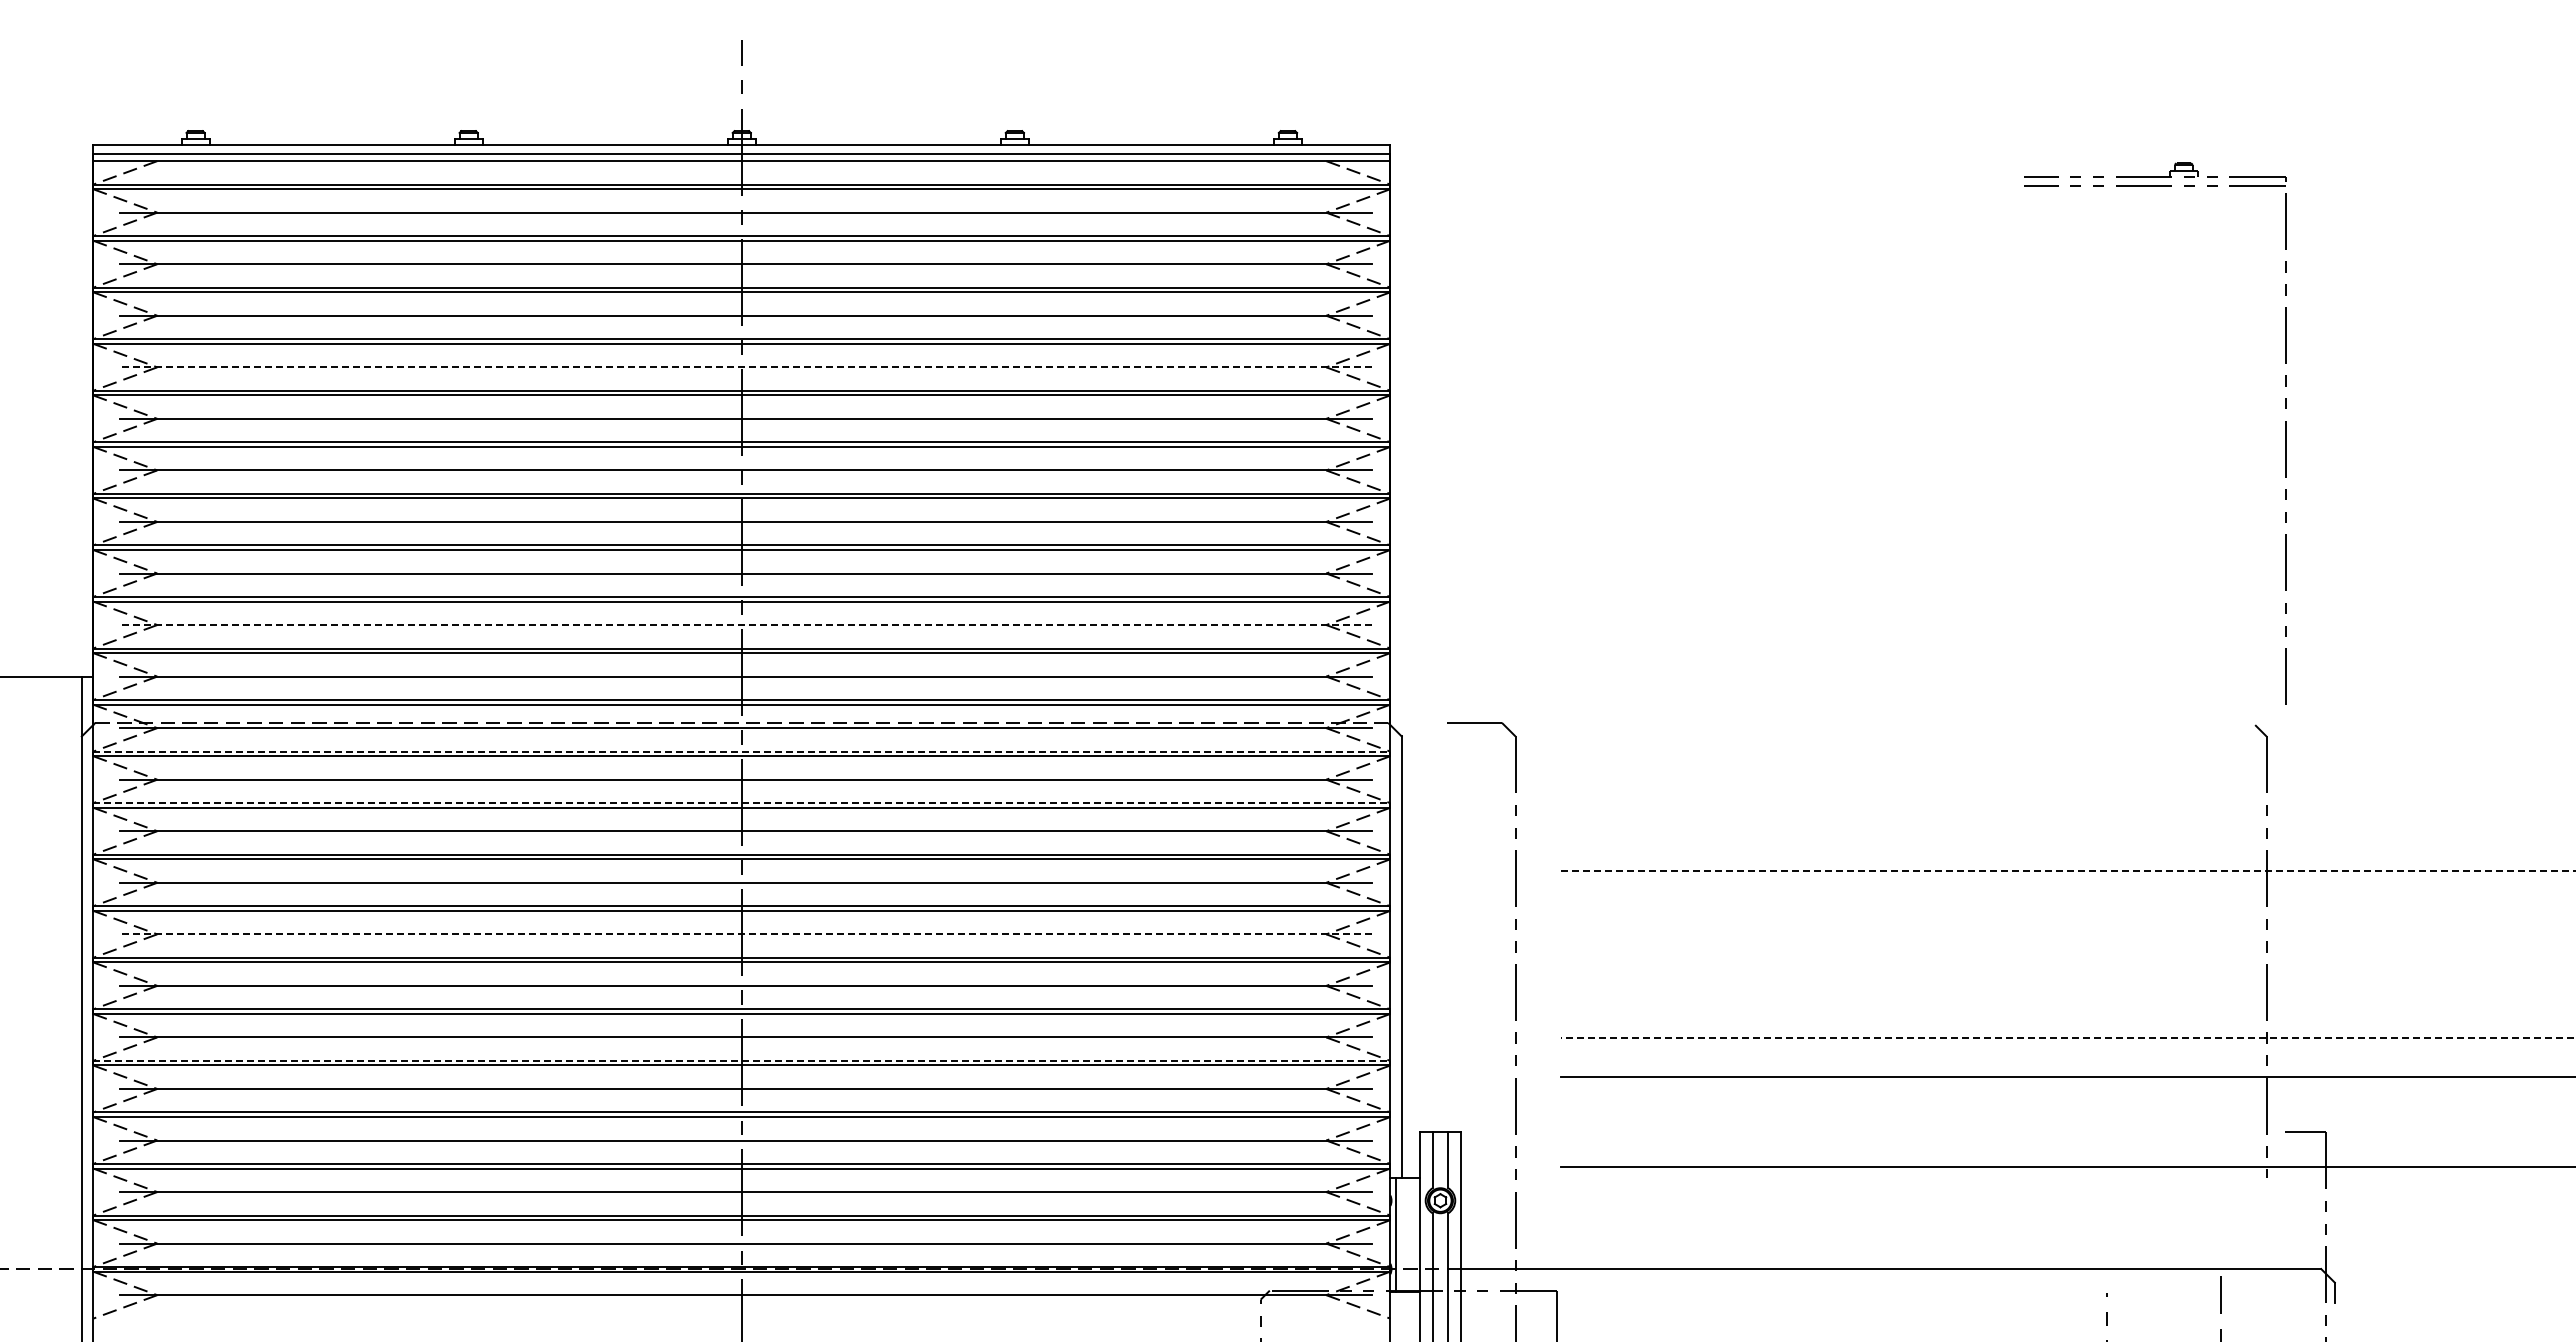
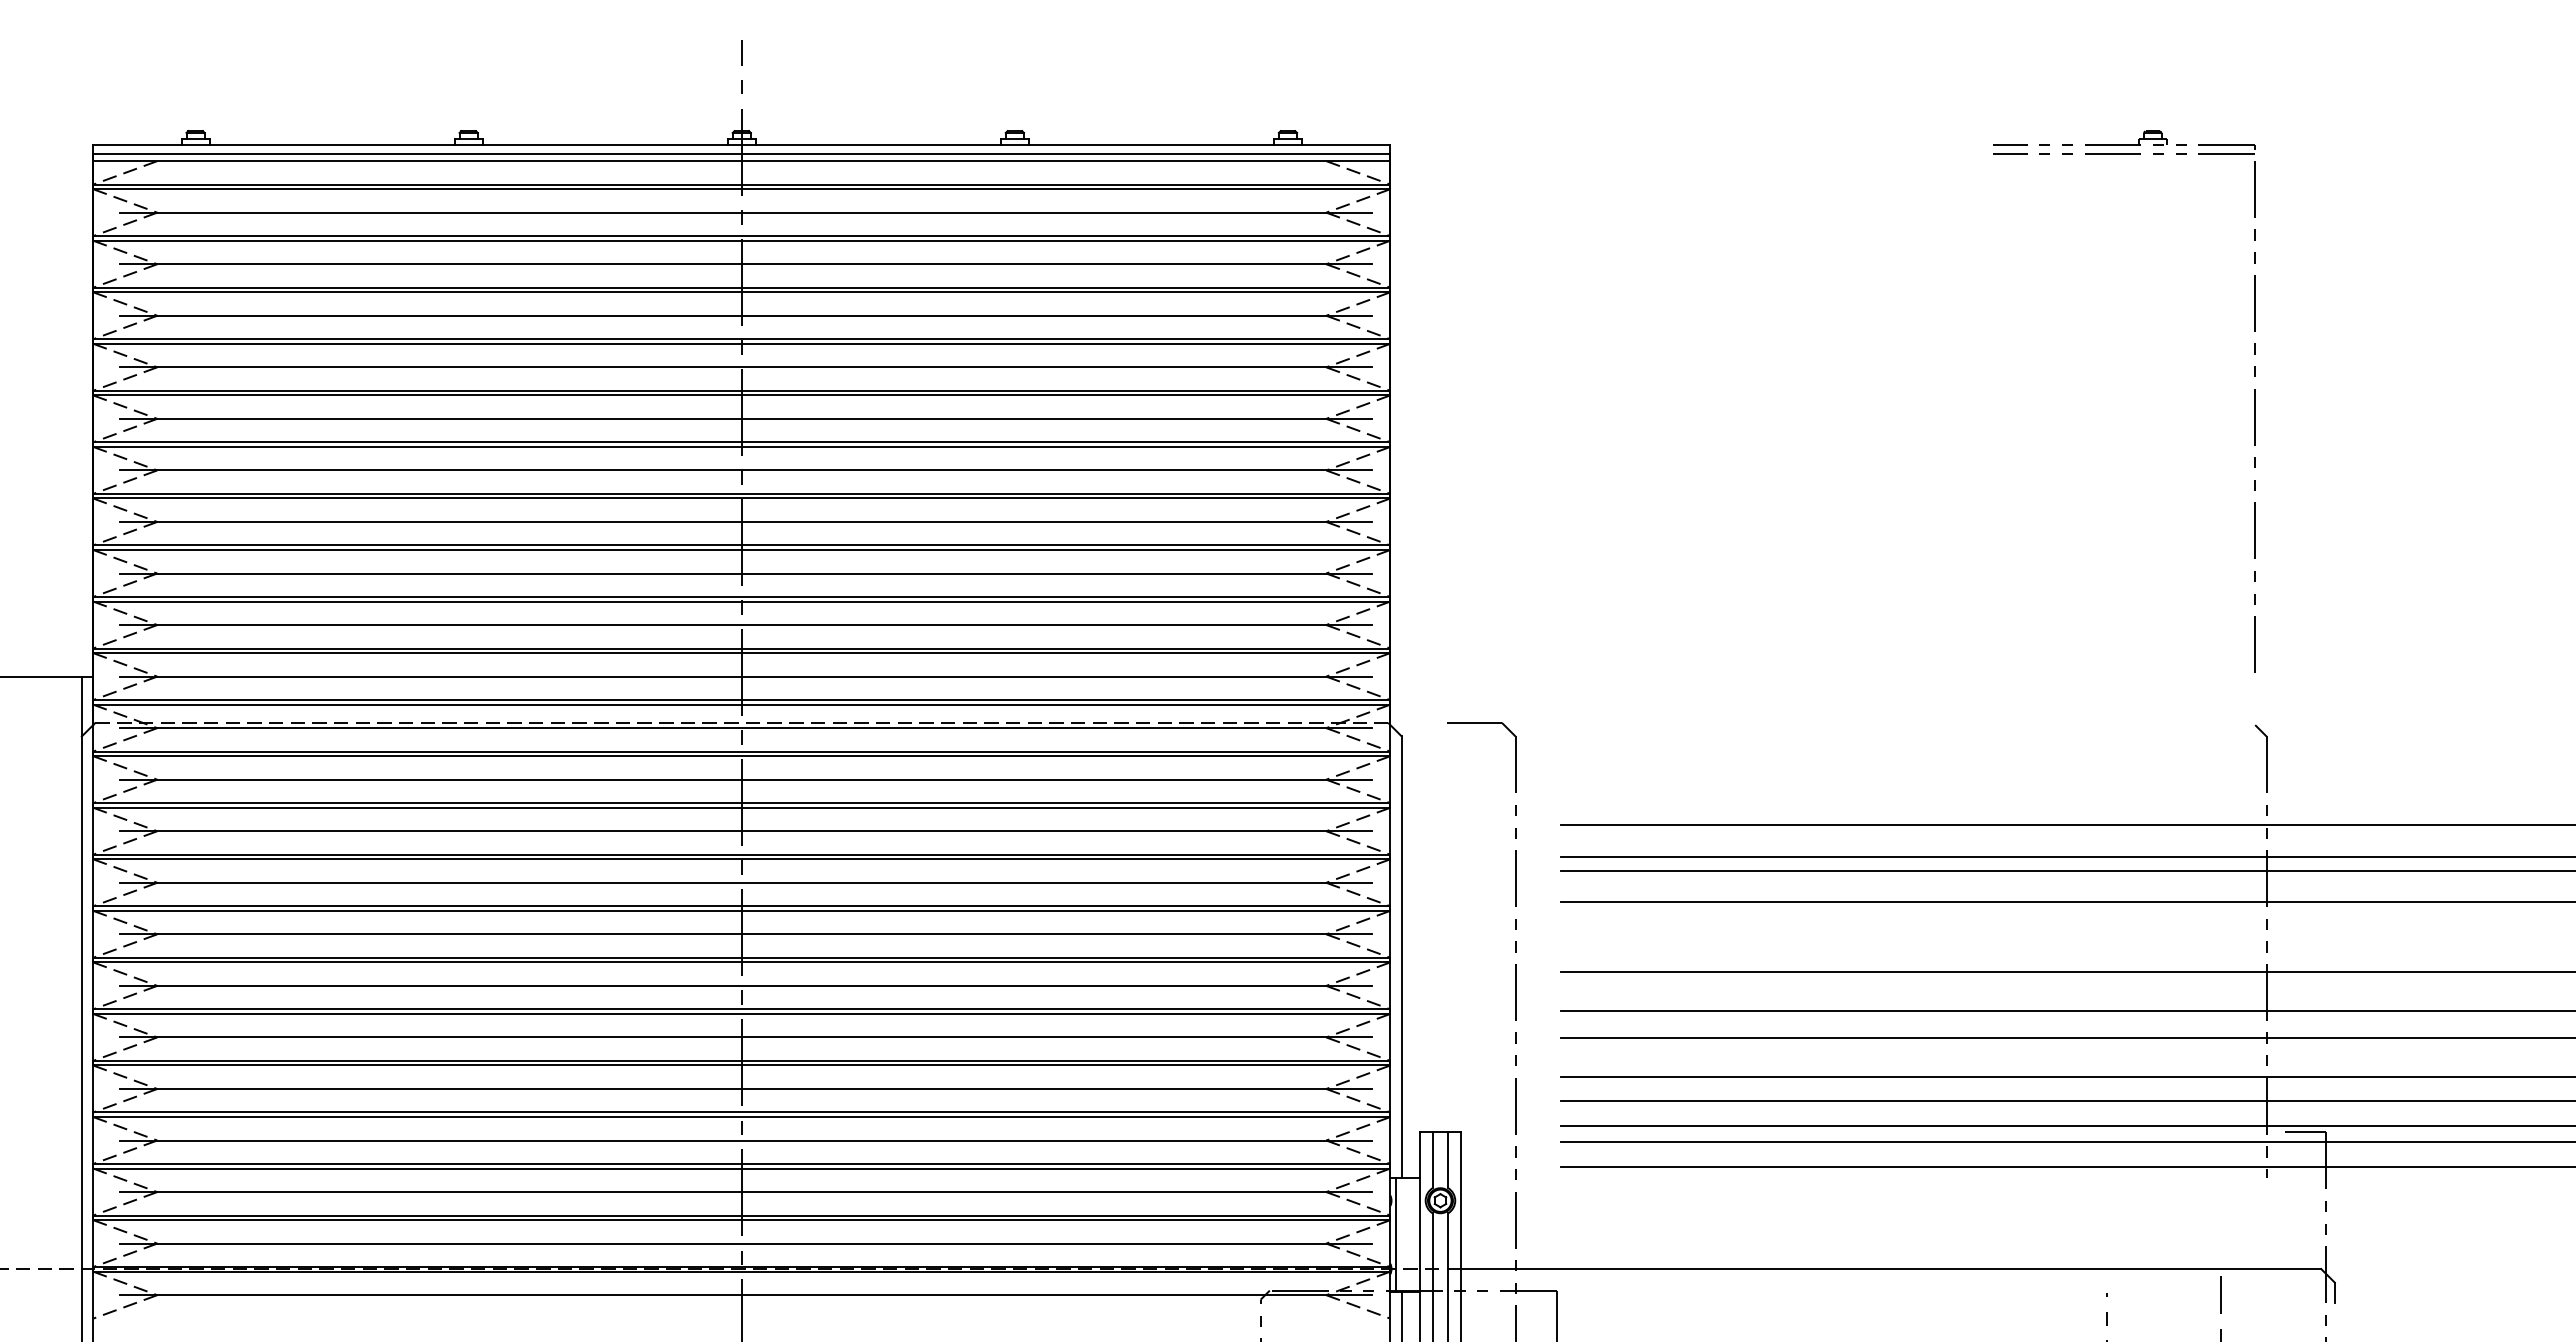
line at (745, 367): dashed -> solid
part at (2285, 433) position: (2285, 433) -> (2254, 401)
line at (745, 625): dashed -> solid
line at (741, 751): dashed -> solid
line at (741, 803): dashed -> solid
line at (2066, 825): none -> present
line at (2066, 856): none -> present
line at (2068, 870): dashed -> solid
line at (2066, 902): none -> present
line at (745, 934): dashed -> solid
line at (2066, 972): none -> present
line at (2066, 1010): none -> present
line at (2067, 1038): dashed -> solid
line at (741, 1060): dashed -> solid
line at (2066, 1100): none -> present
line at (2066, 1125): none -> present
line at (2066, 1141): none -> present
line at (1401, 1314): none -> present
